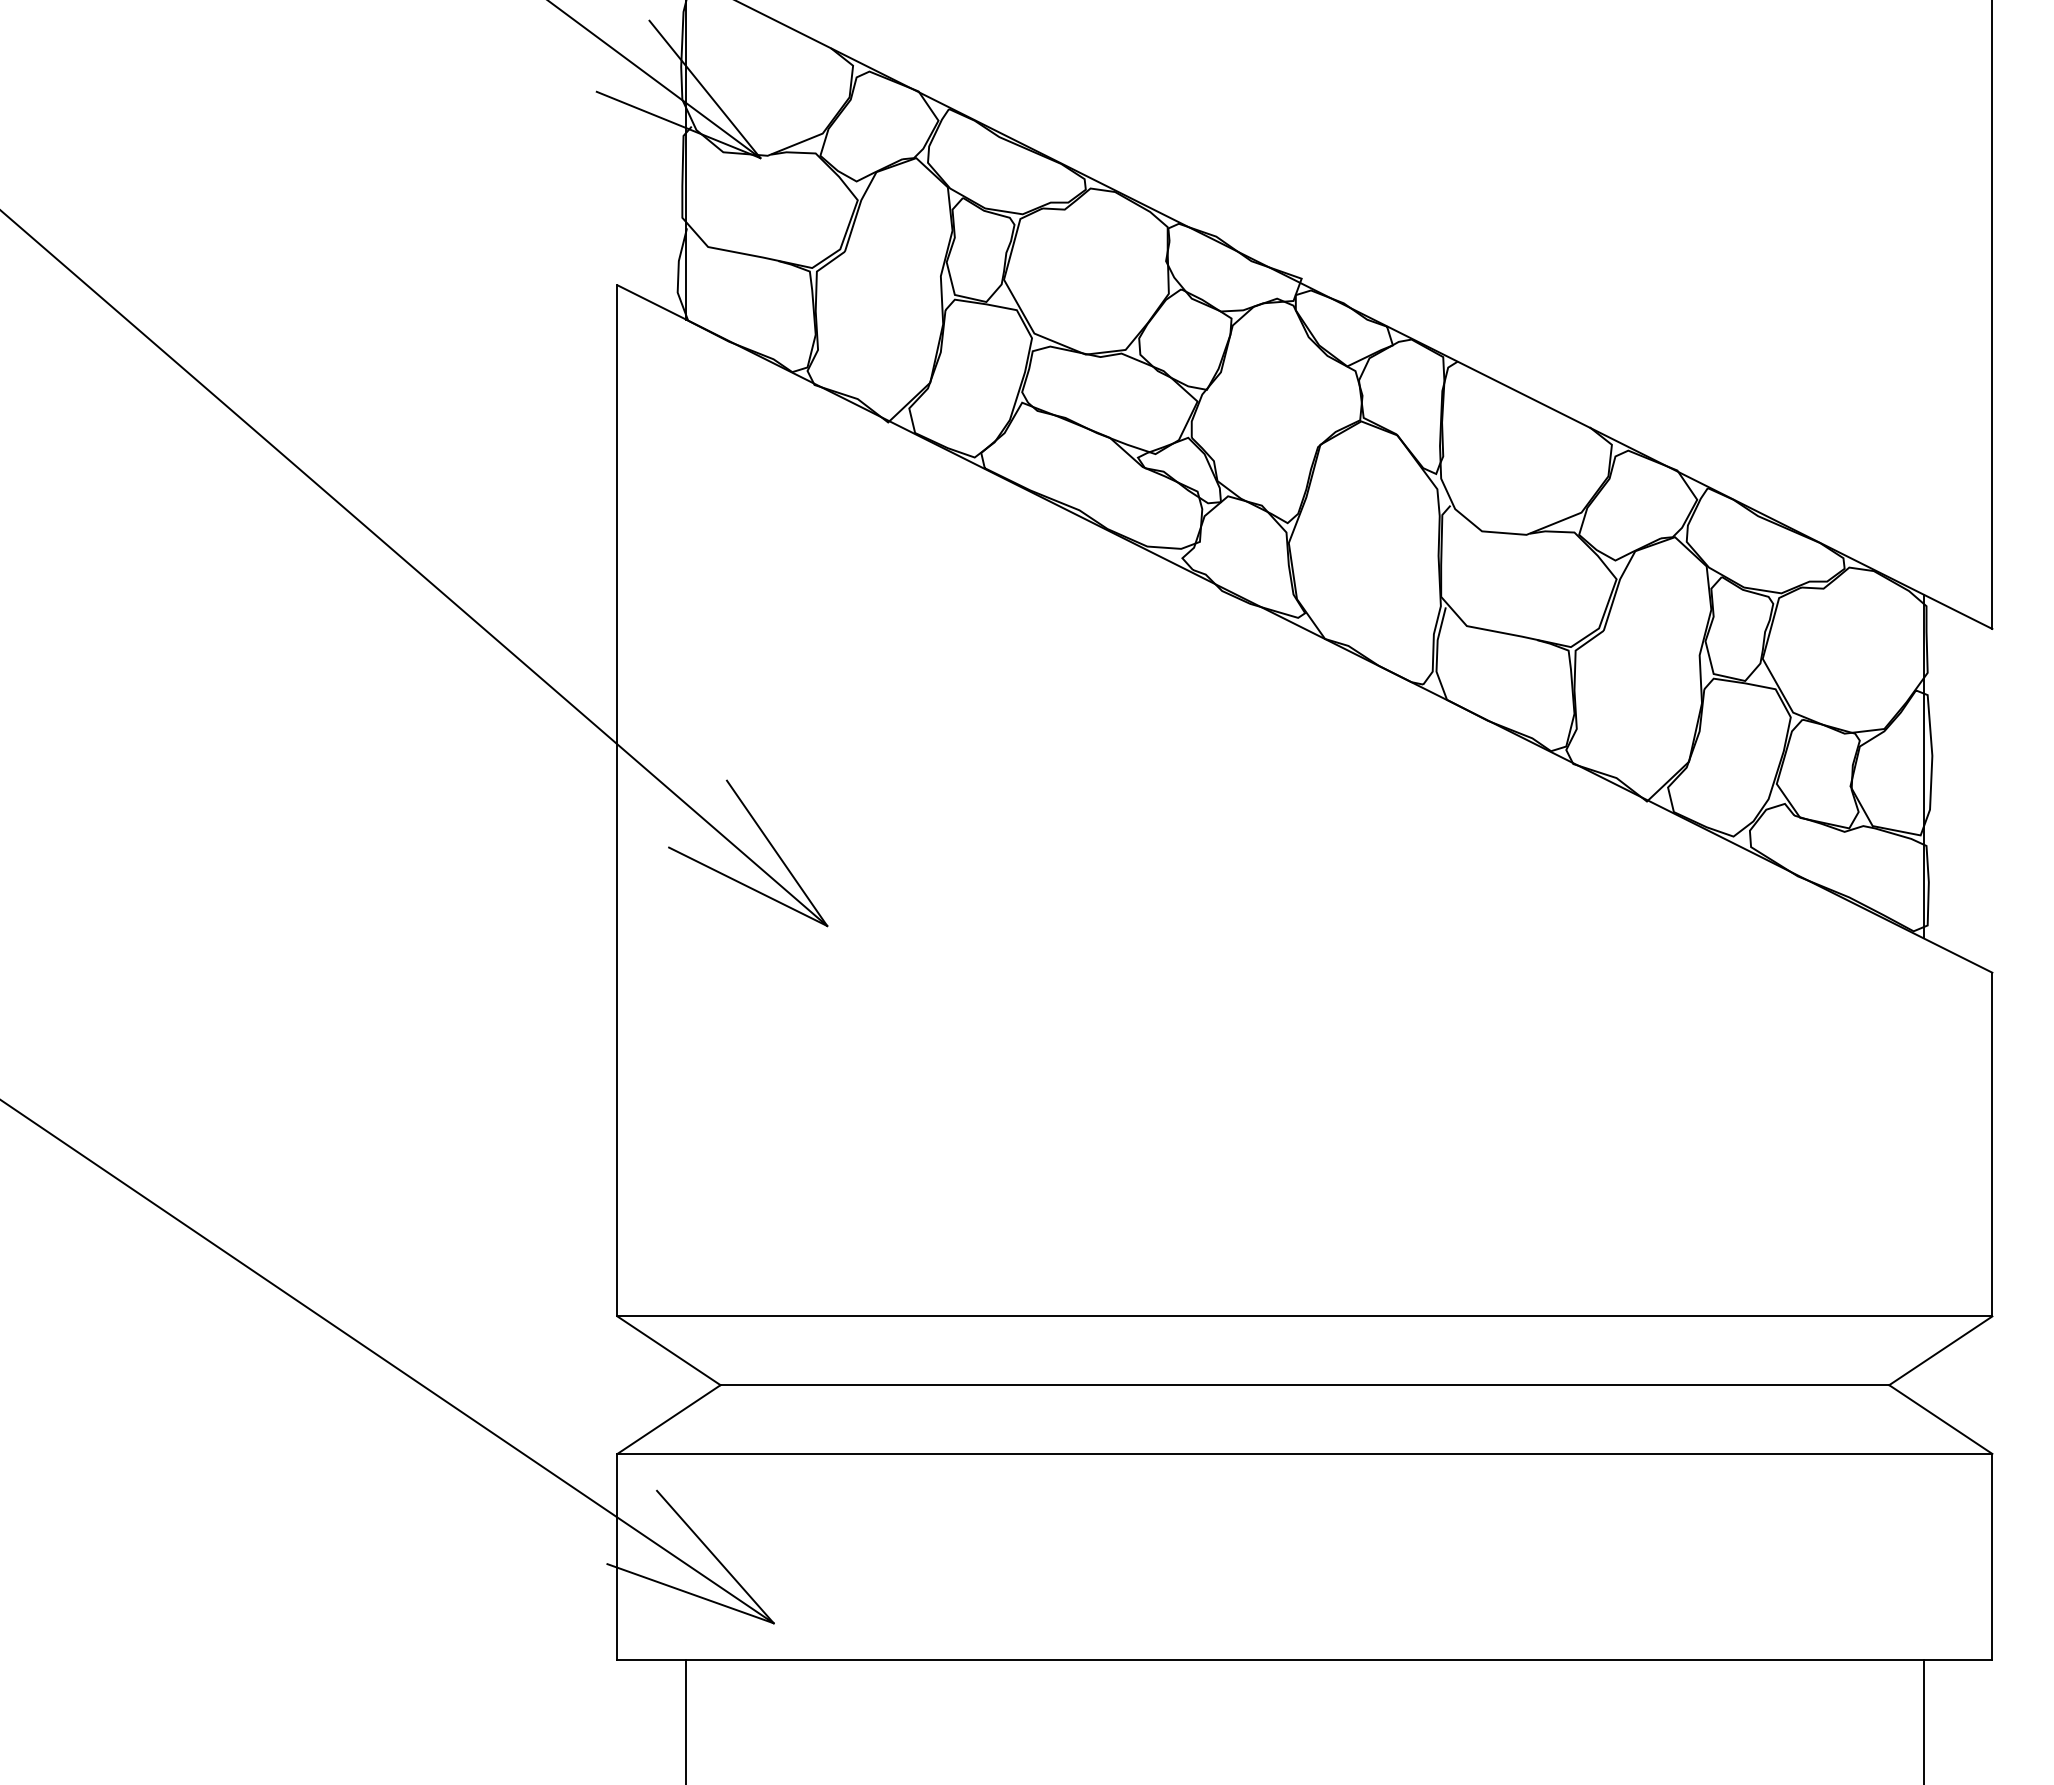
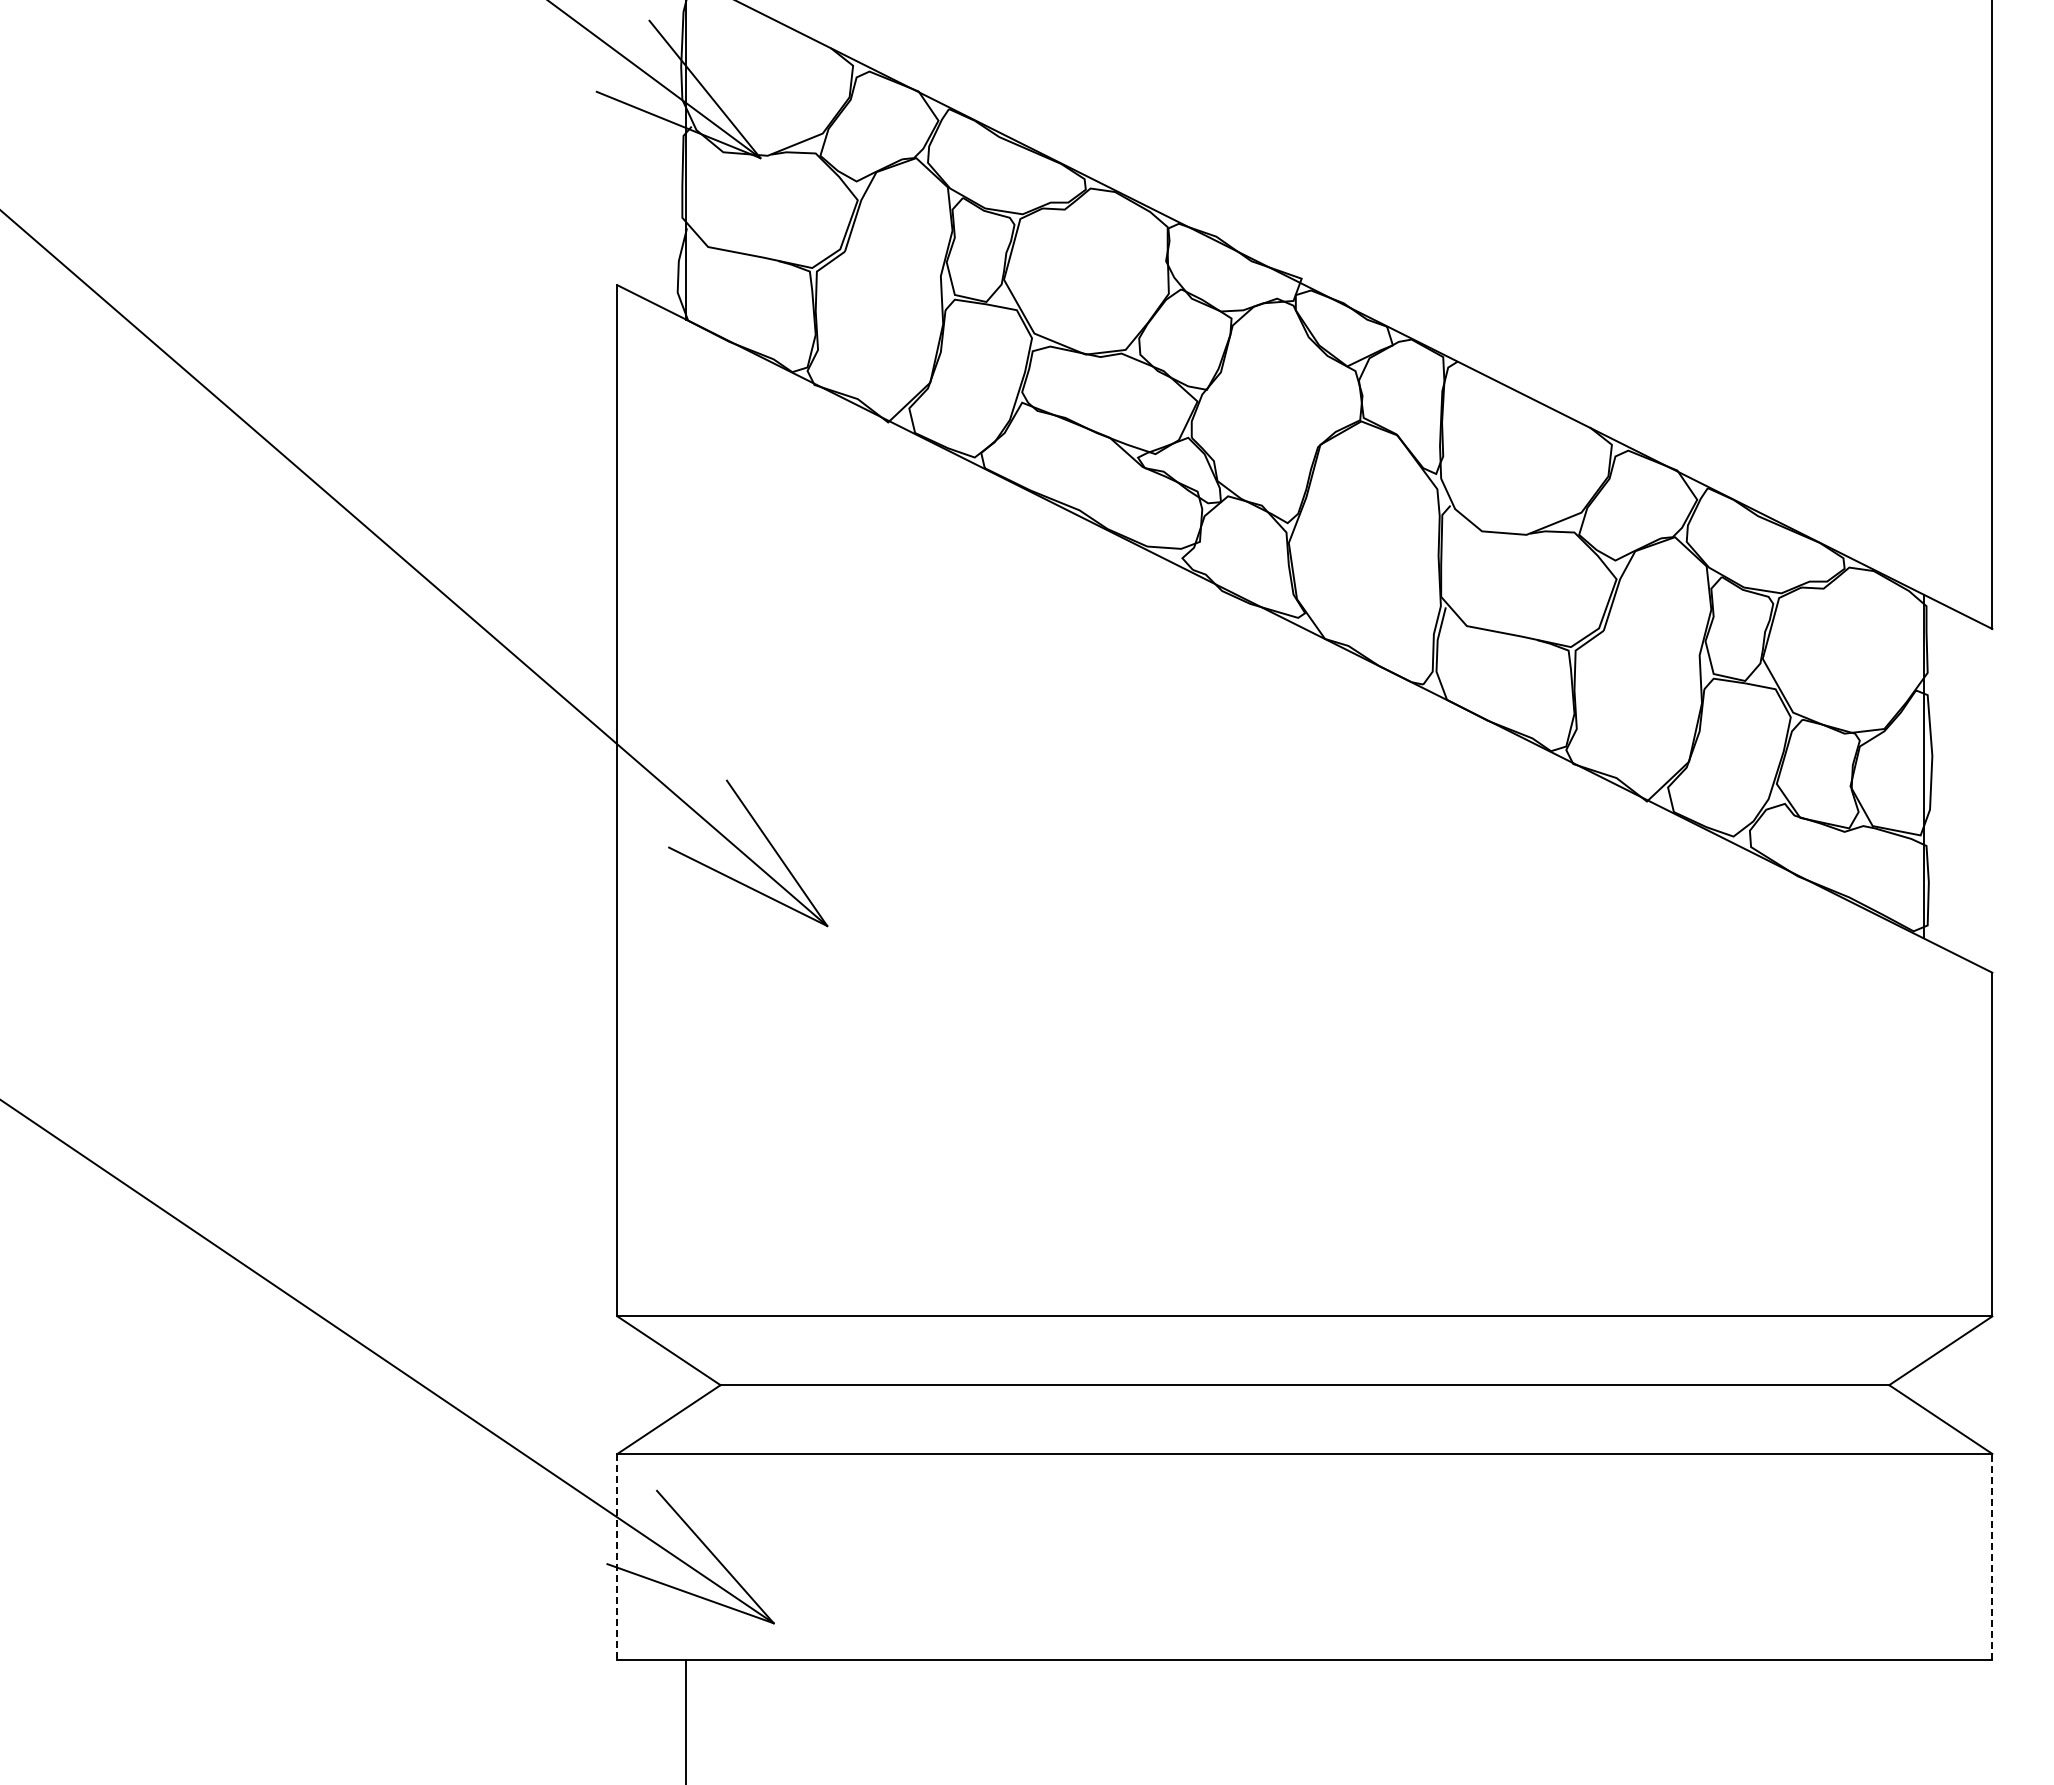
line at (1992, 1556): solid -> dashed
line at (617, 1557): solid -> dashed
line at (1923, 1720): present -> none
